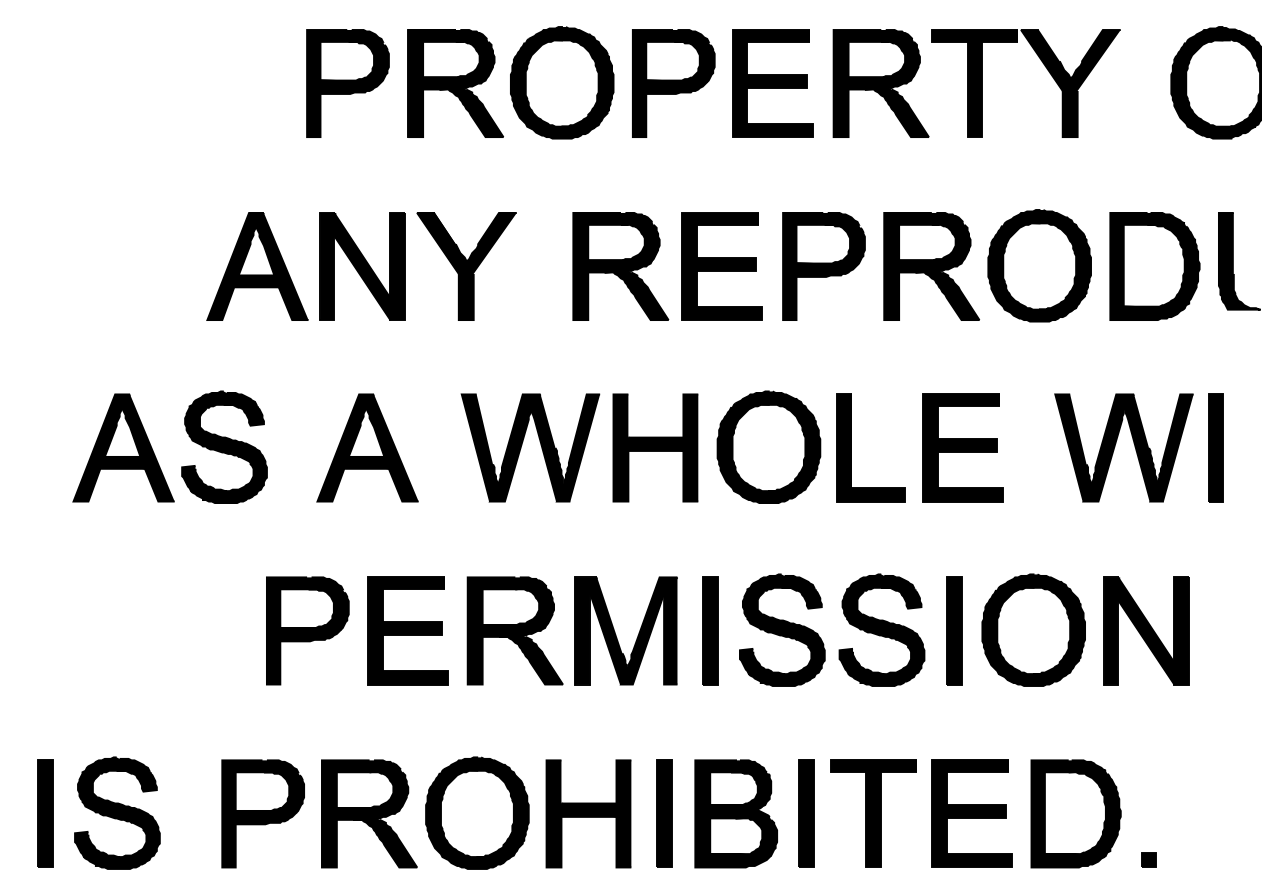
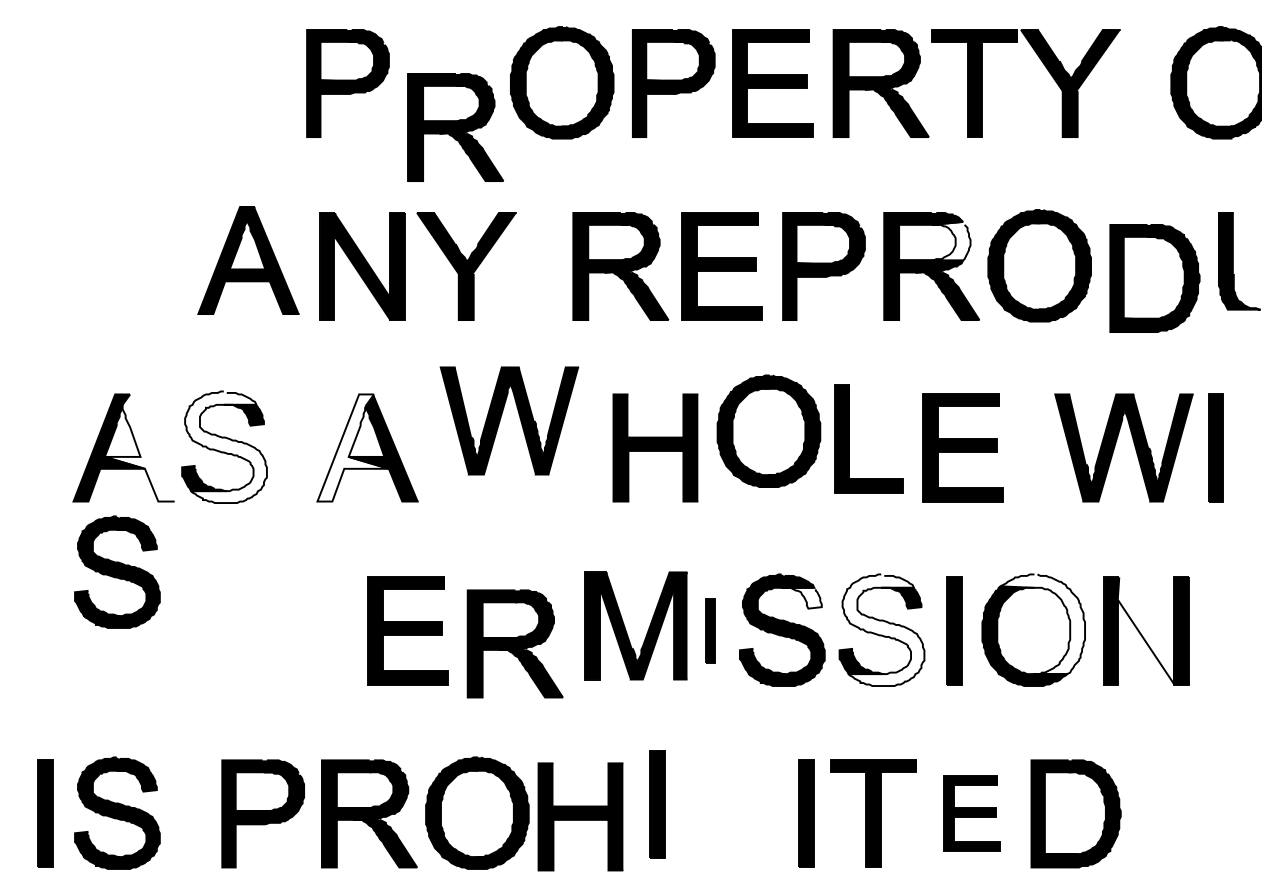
part at (455, 83) position: (455, 83) -> (455, 127)
fill at (934, 240): present -> none
part at (257, 266) position: (257, 266) -> (248, 260)
part at (1154, 266) position: (1154, 266) -> (1154, 278)
part at (522, 445) position: (522, 445) -> (501, 418)
part at (768, 446) position: (768, 446) -> (768, 430)
fill at (139, 447): present -> none
fill at (225, 447): present -> none
fill at (352, 447): present -> none
part at (851, 447) position: (851, 447) -> (849, 438)
part at (117, 571): none -> present
fill at (801, 597): present -> none
fill at (1042, 624): present -> none
fill at (883, 629): present -> none
part at (307, 630): present -> none
part at (514, 630) position: (514, 630) -> (514, 643)
part at (710, 630) size: 17x110 px -> 11x66 px
fill at (1145, 630): present -> none
part at (616, 634) position: (616, 634) -> (626, 629)
part at (588, 813) position: (588, 813) -> (580, 816)
part at (664, 813) position: (664, 813) -> (657, 804)
part at (735, 813): present -> none
part at (971, 813) size: 82x109 px -> 58x77 px
part at (1148, 859): present -> none
